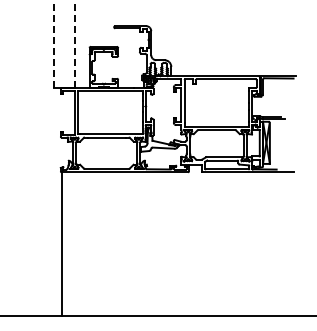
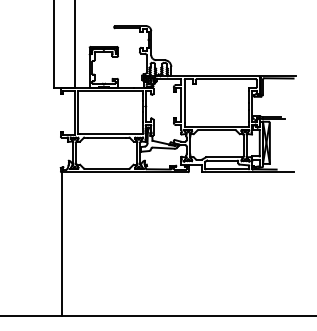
line at (54, 44): dashed -> solid
line at (75, 44): dashed -> solid
